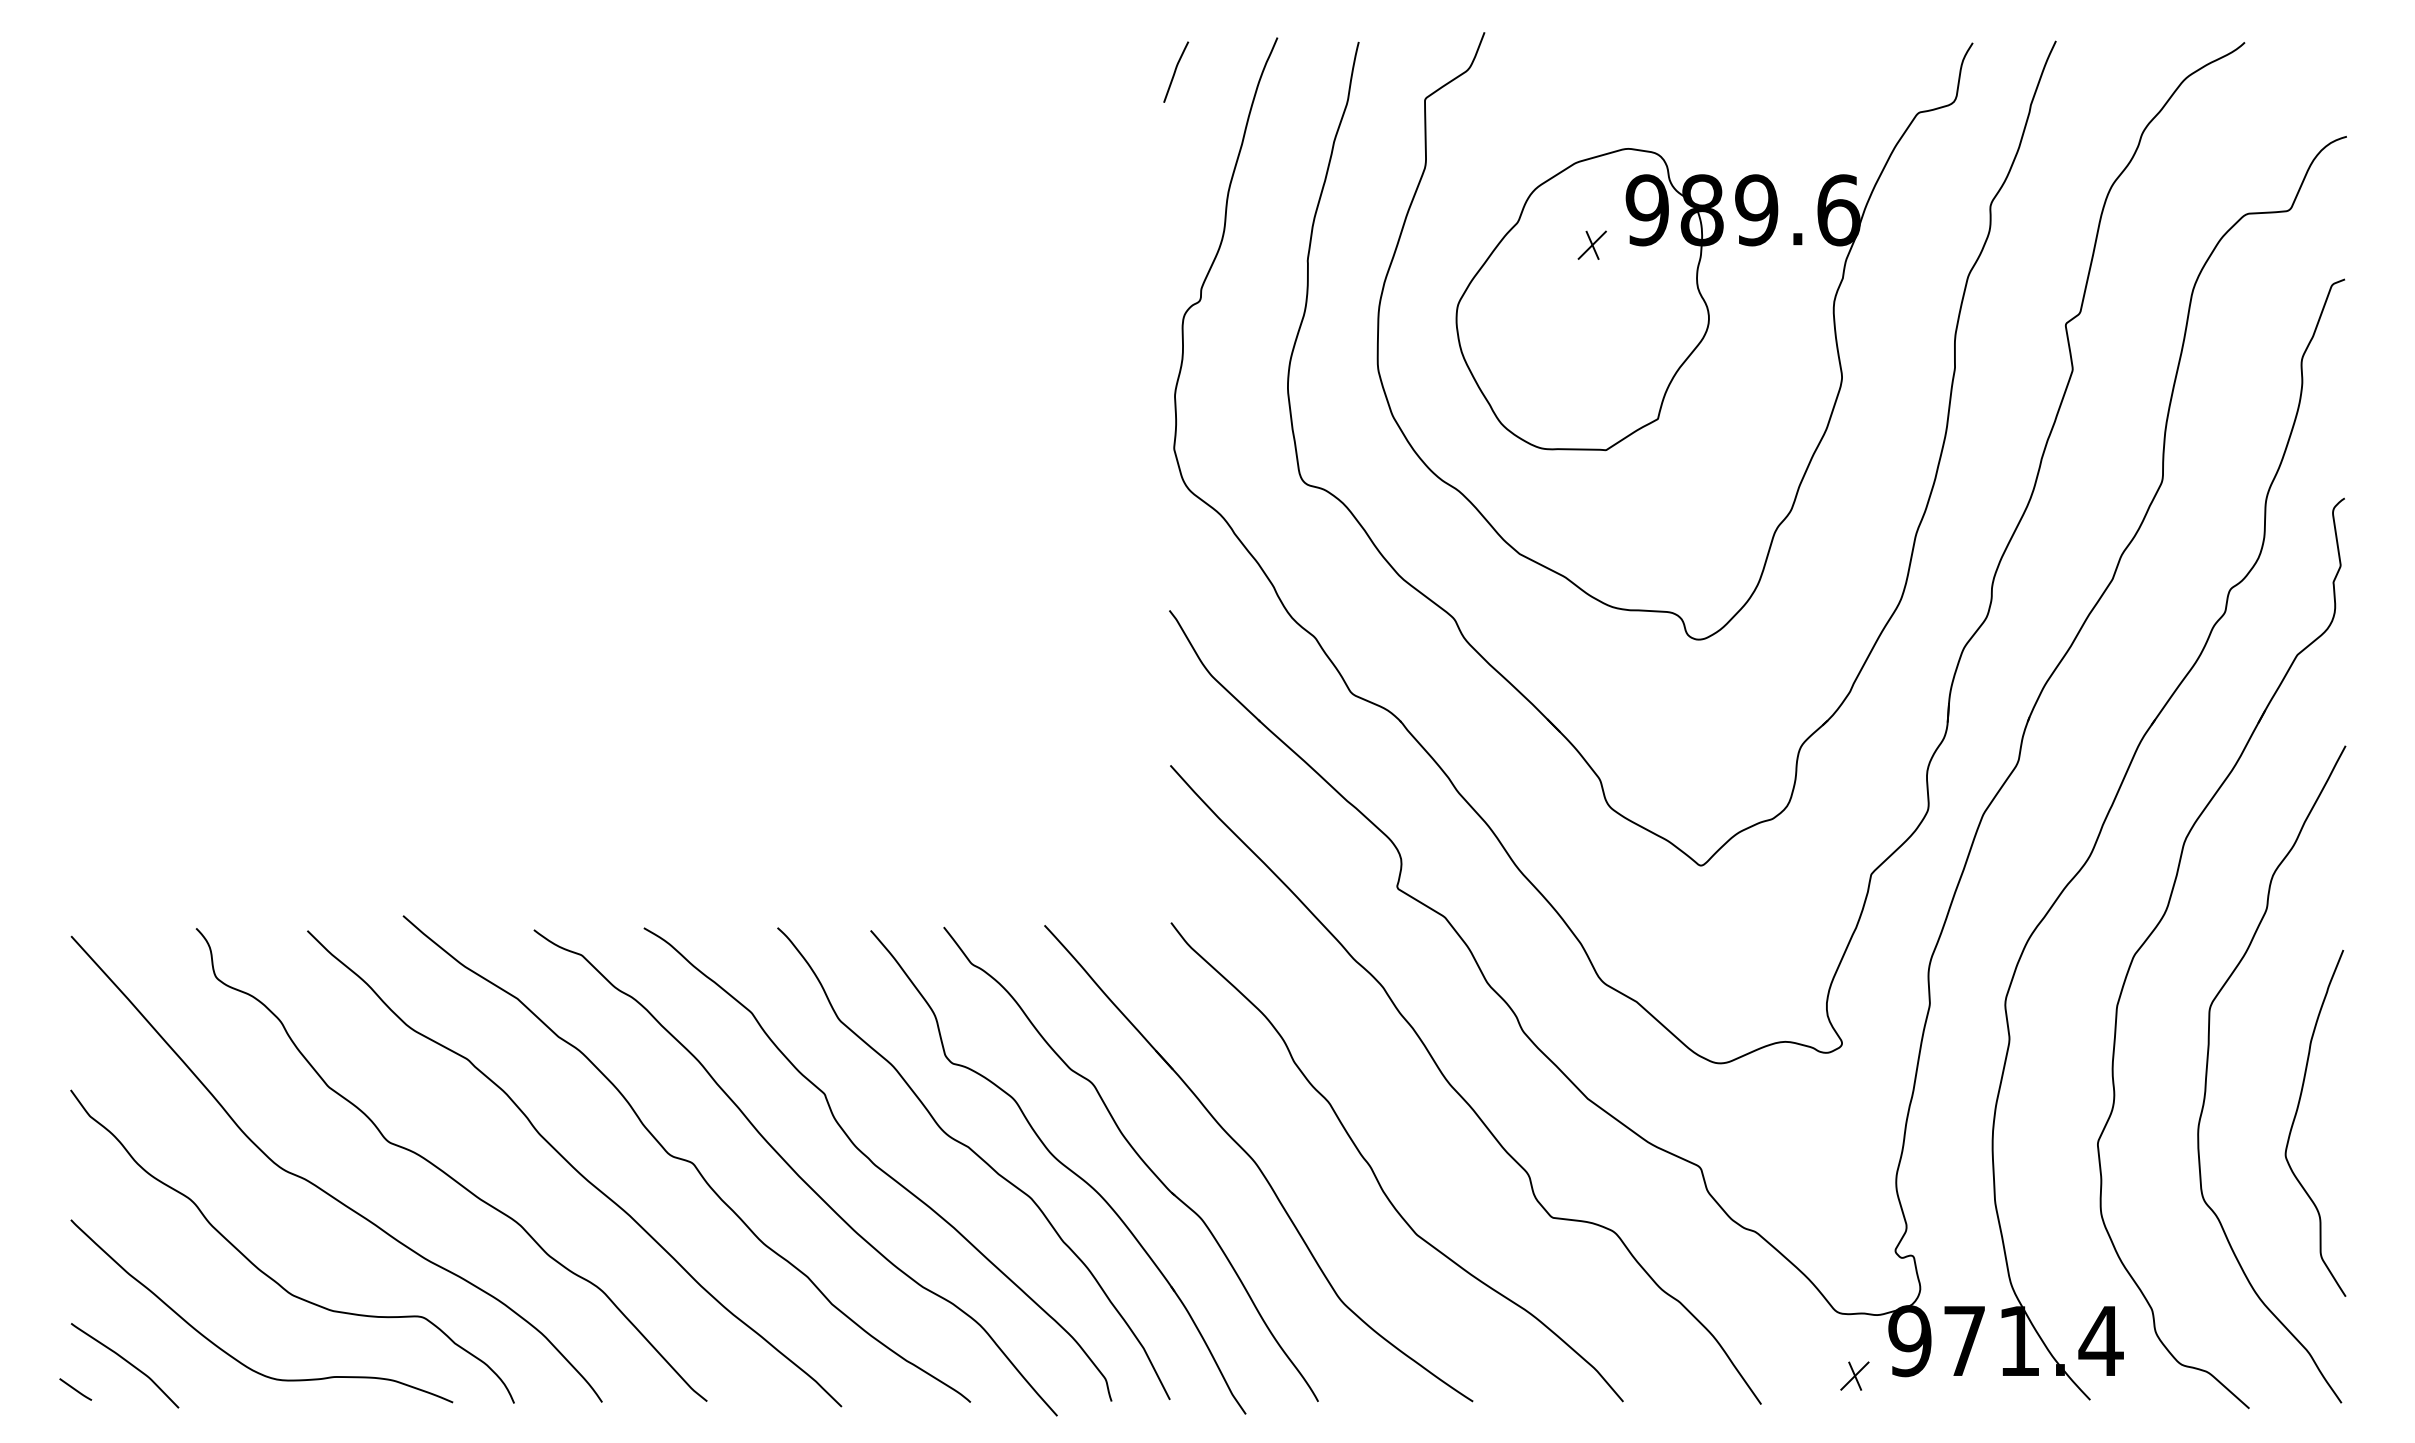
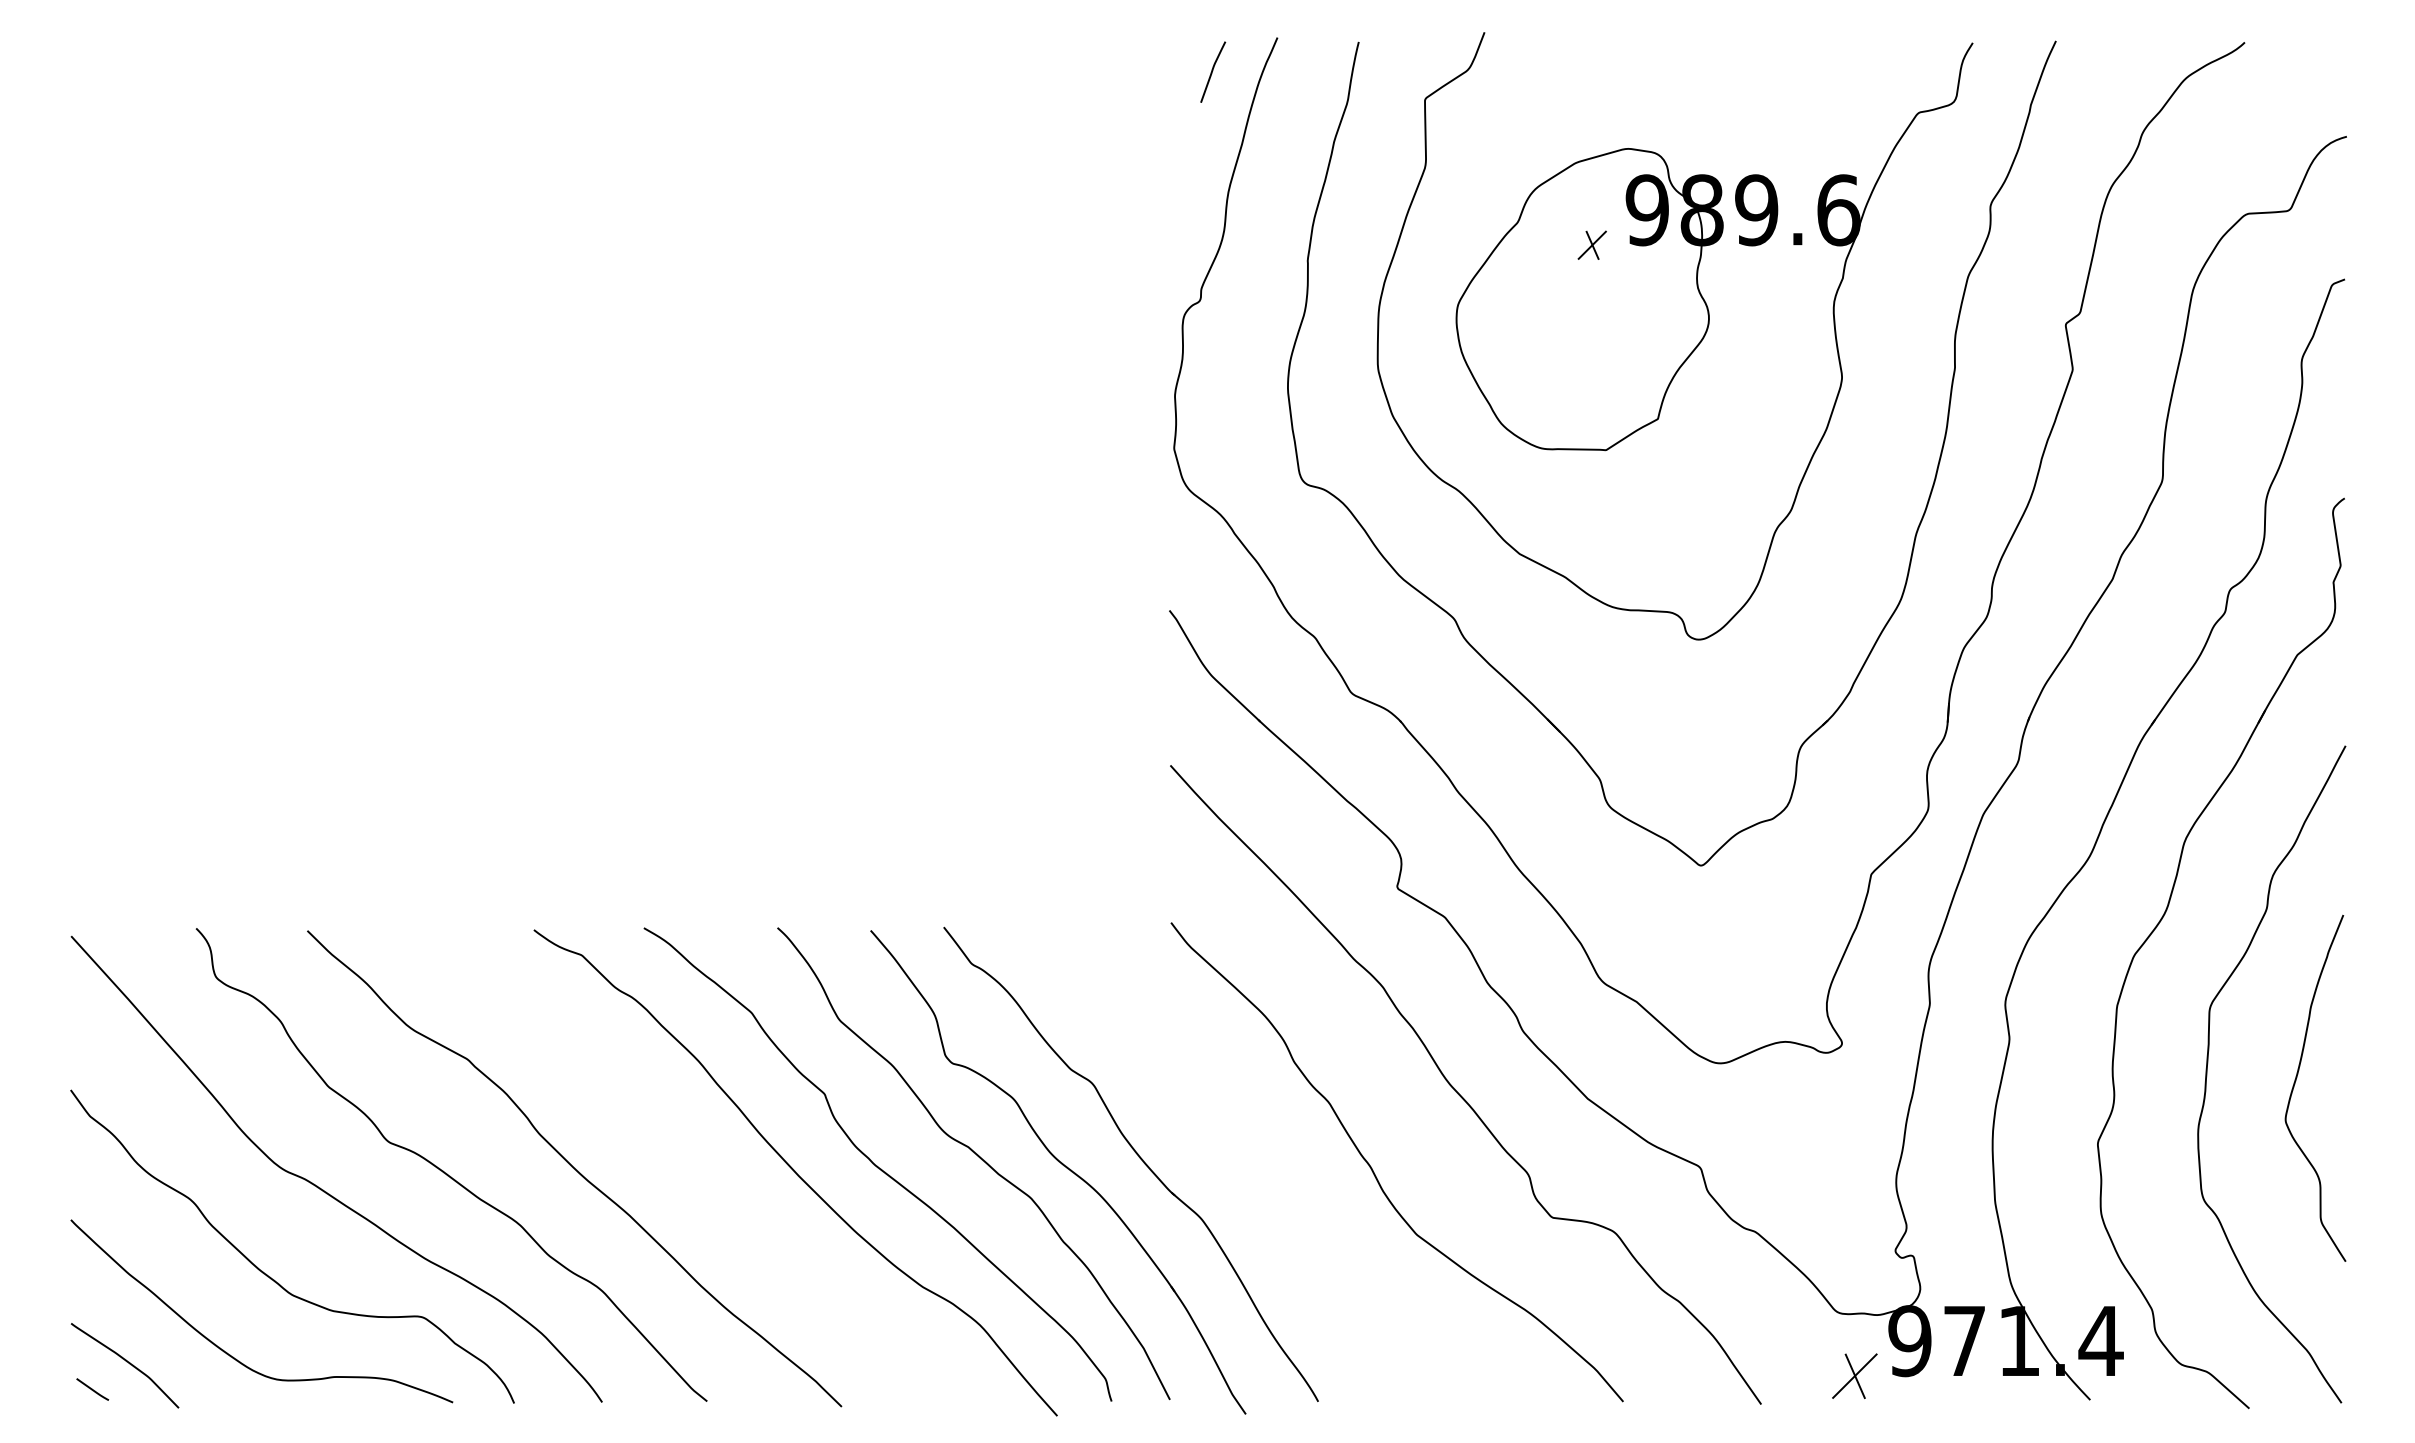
curve at (1176, 70) position: (1176, 70) -> (1213, 70)
curve at (2296, 1116) position: (2296, 1116) -> (2296, 1081)
curve at (686, 1159): present -> none
part at (1258, 1163): present -> none
part at (1854, 1375) size: 30x30 px -> 46x46 px
line at (75, 1389) position: (75, 1389) -> (92, 1389)
